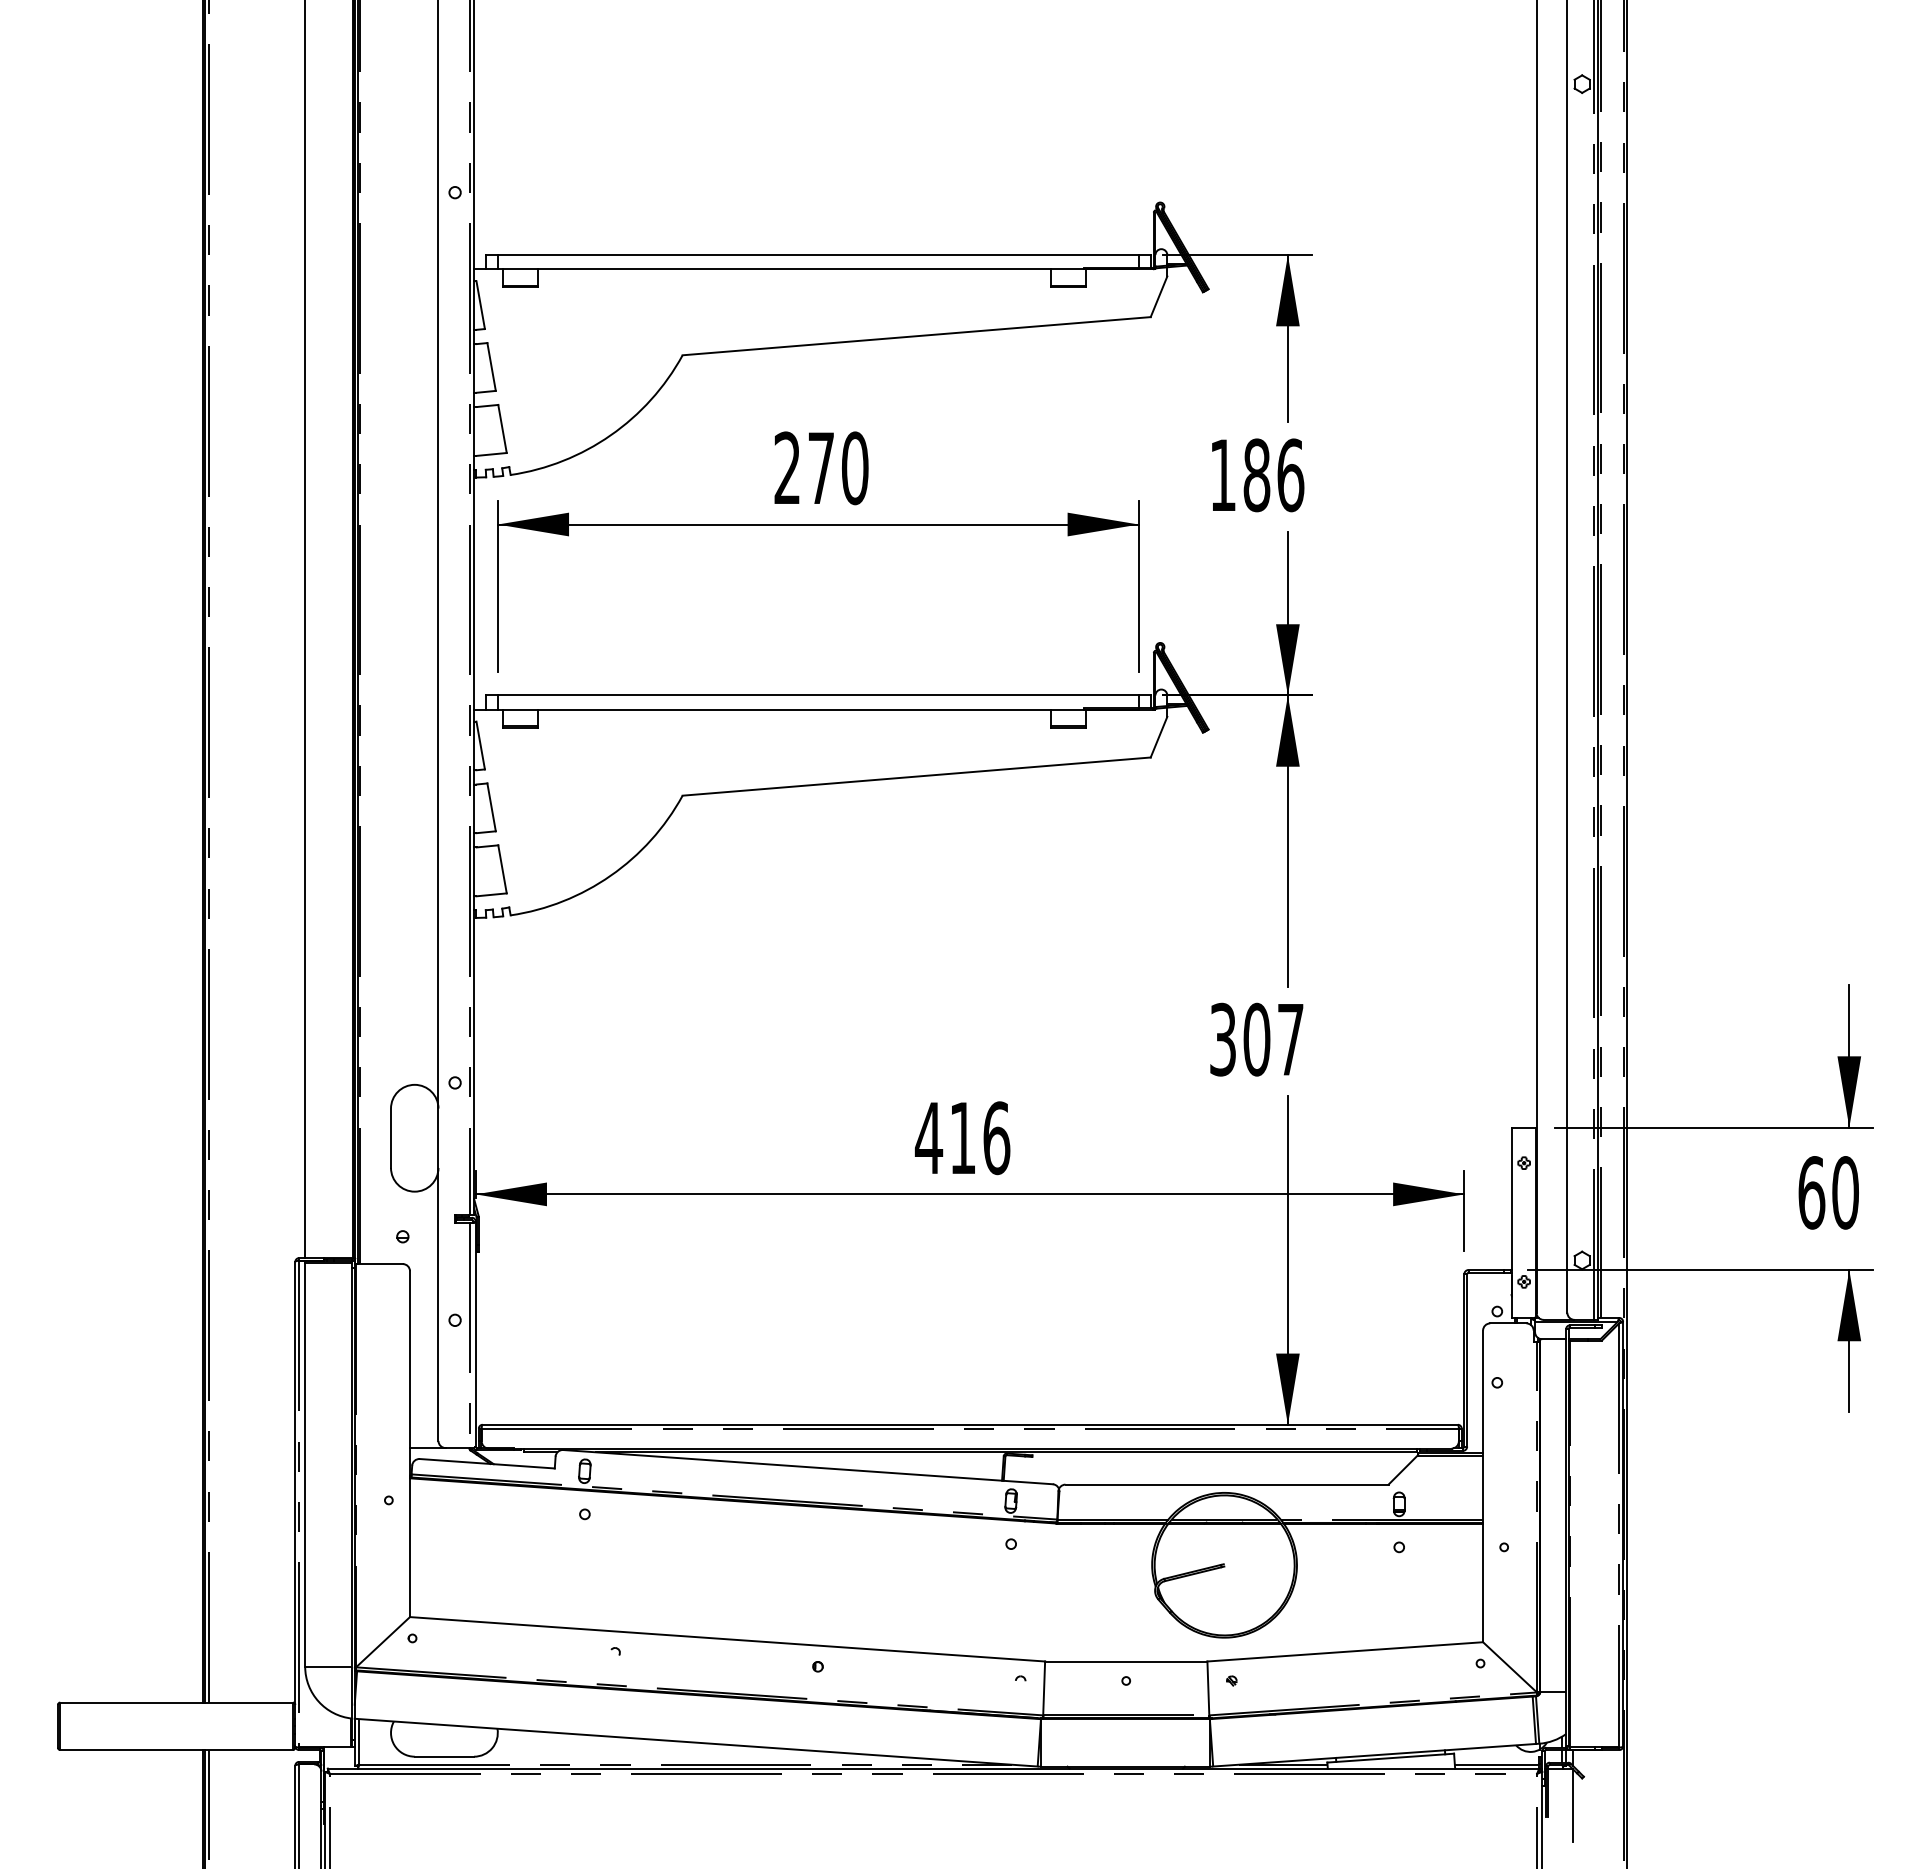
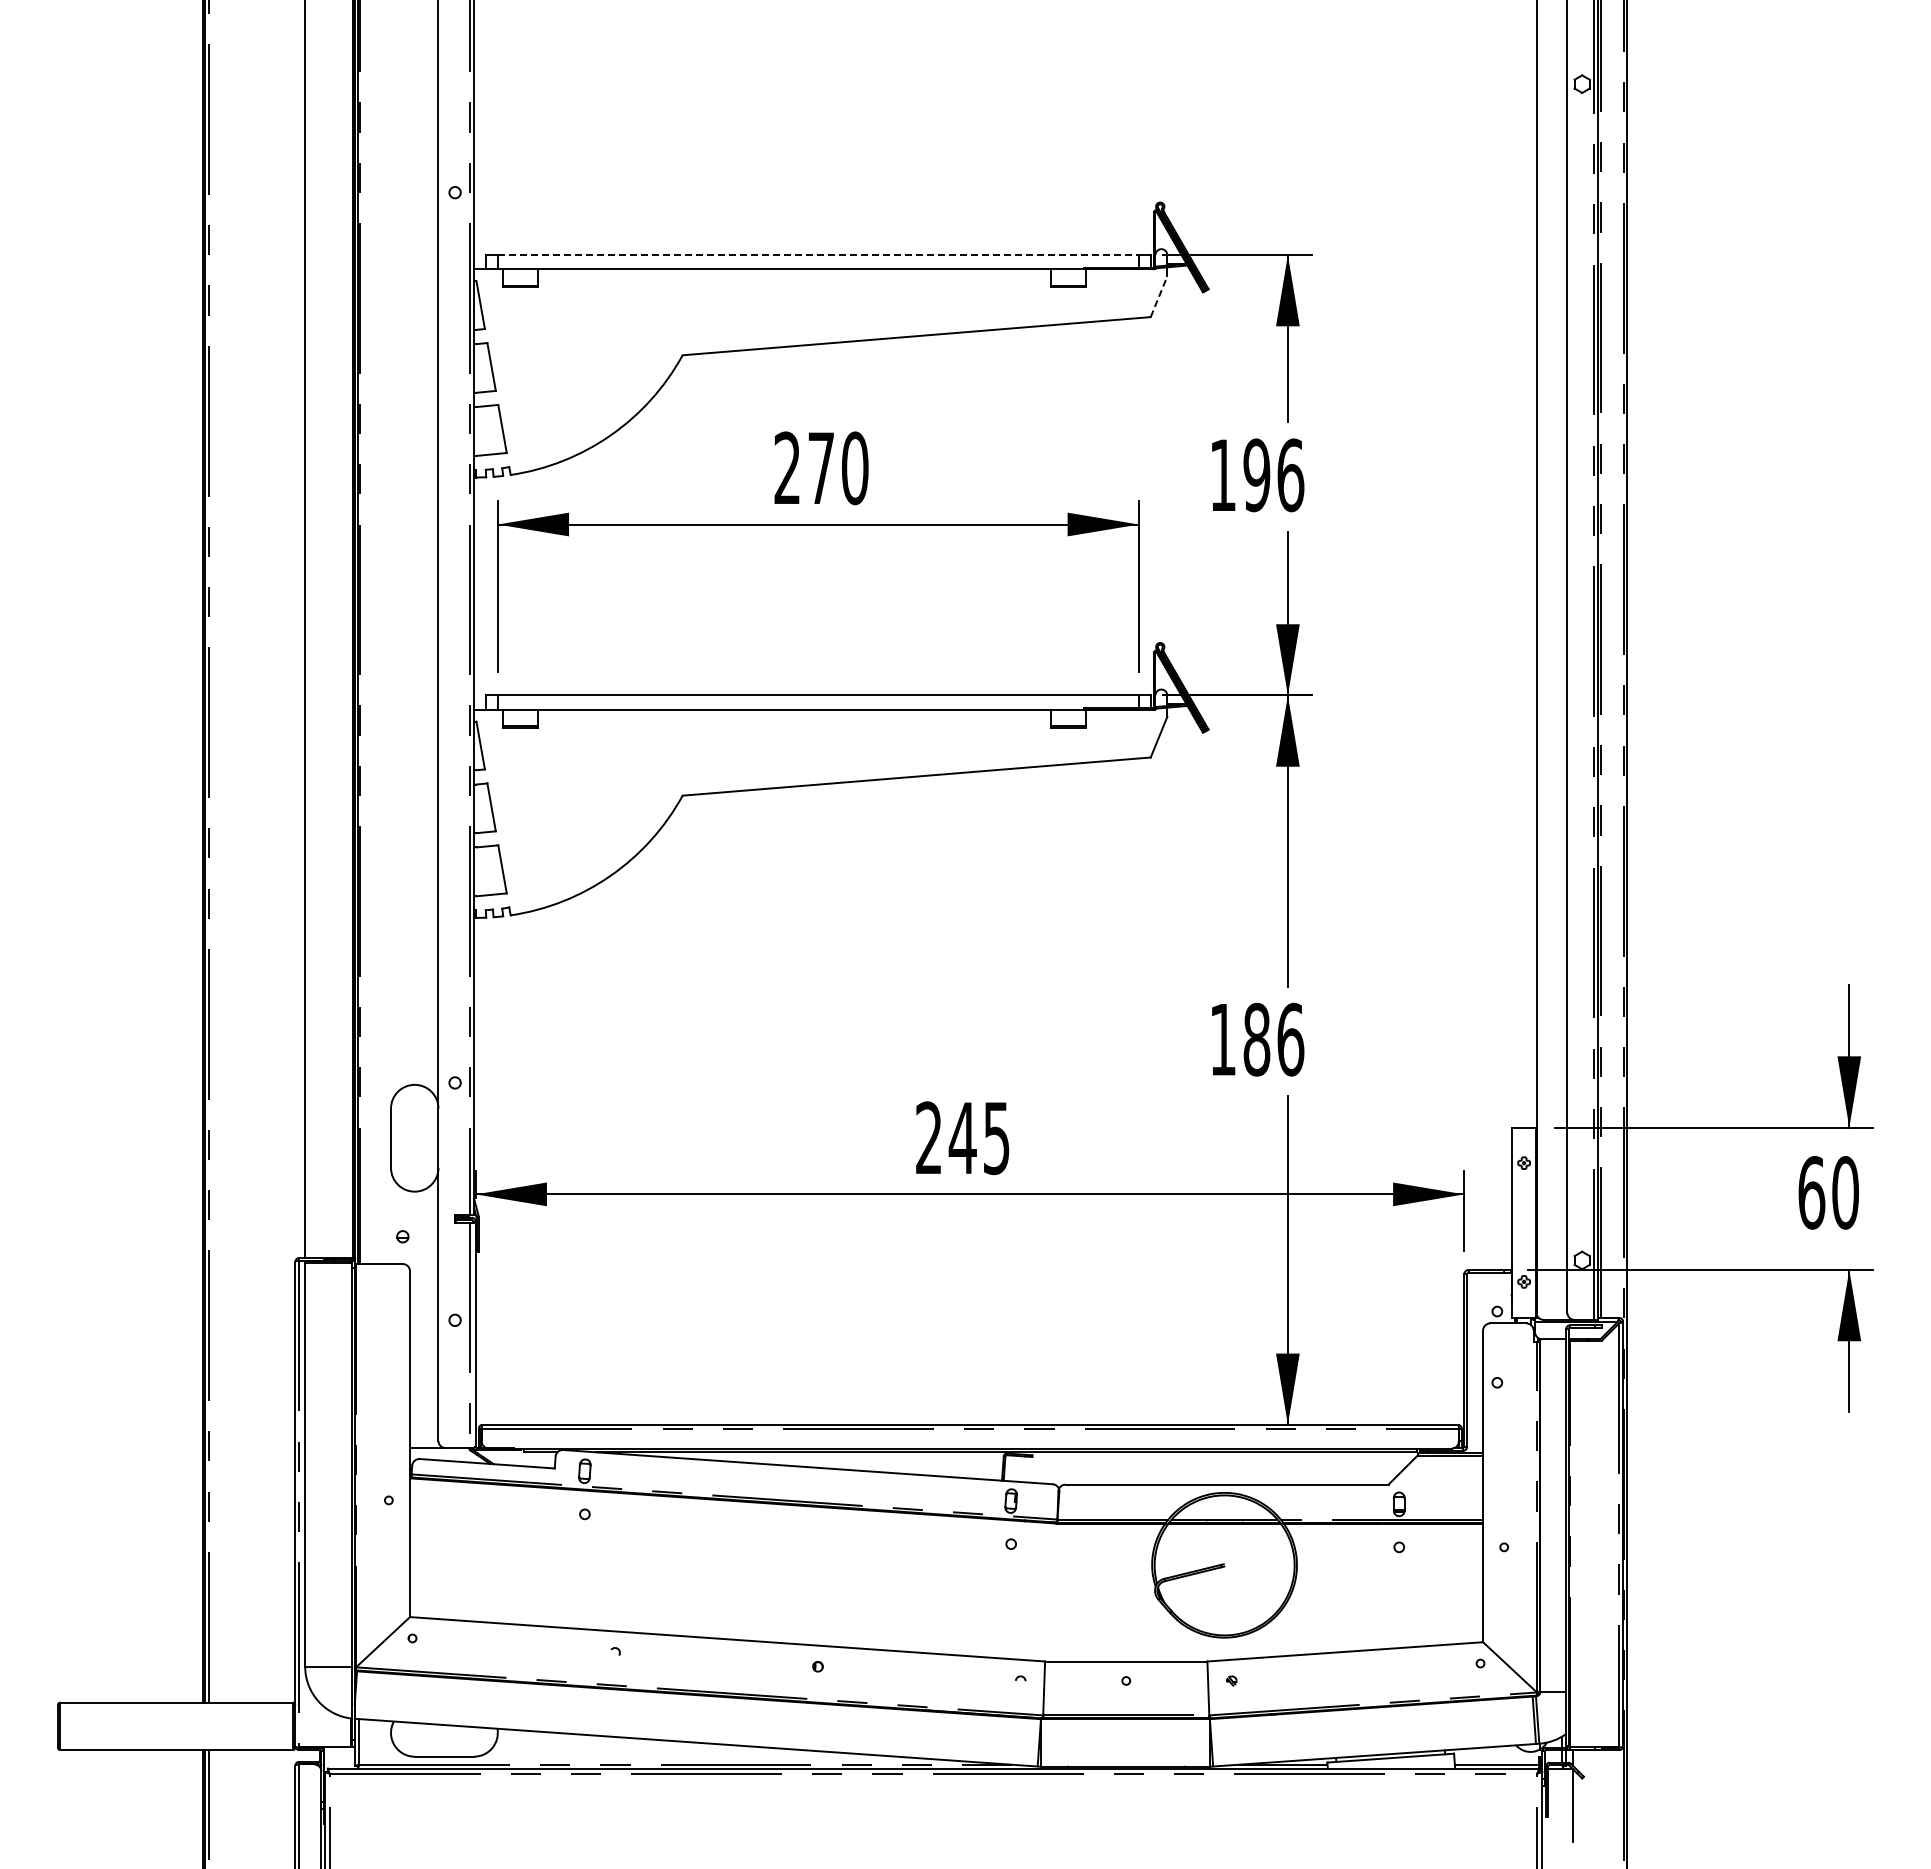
line at (818, 255): solid -> dashed
line at (1159, 296): solid -> dashed
text at (1256, 475): 186 -> 196
text at (1257, 1039): 307 -> 186
text at (962, 1138): 416 -> 245
